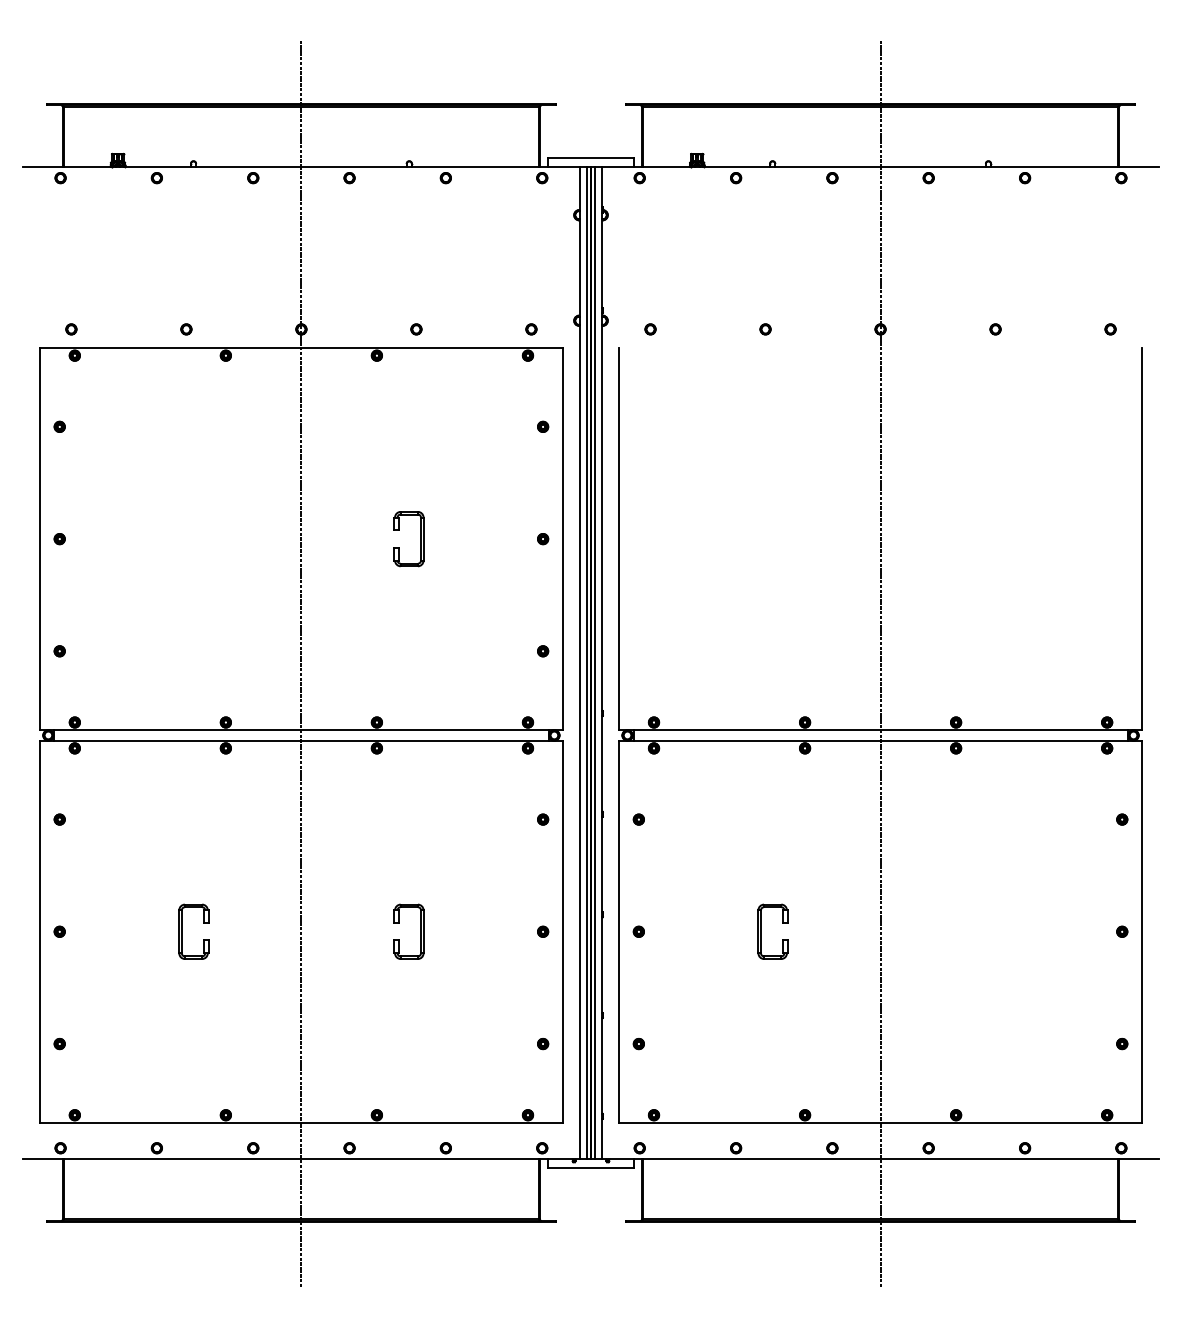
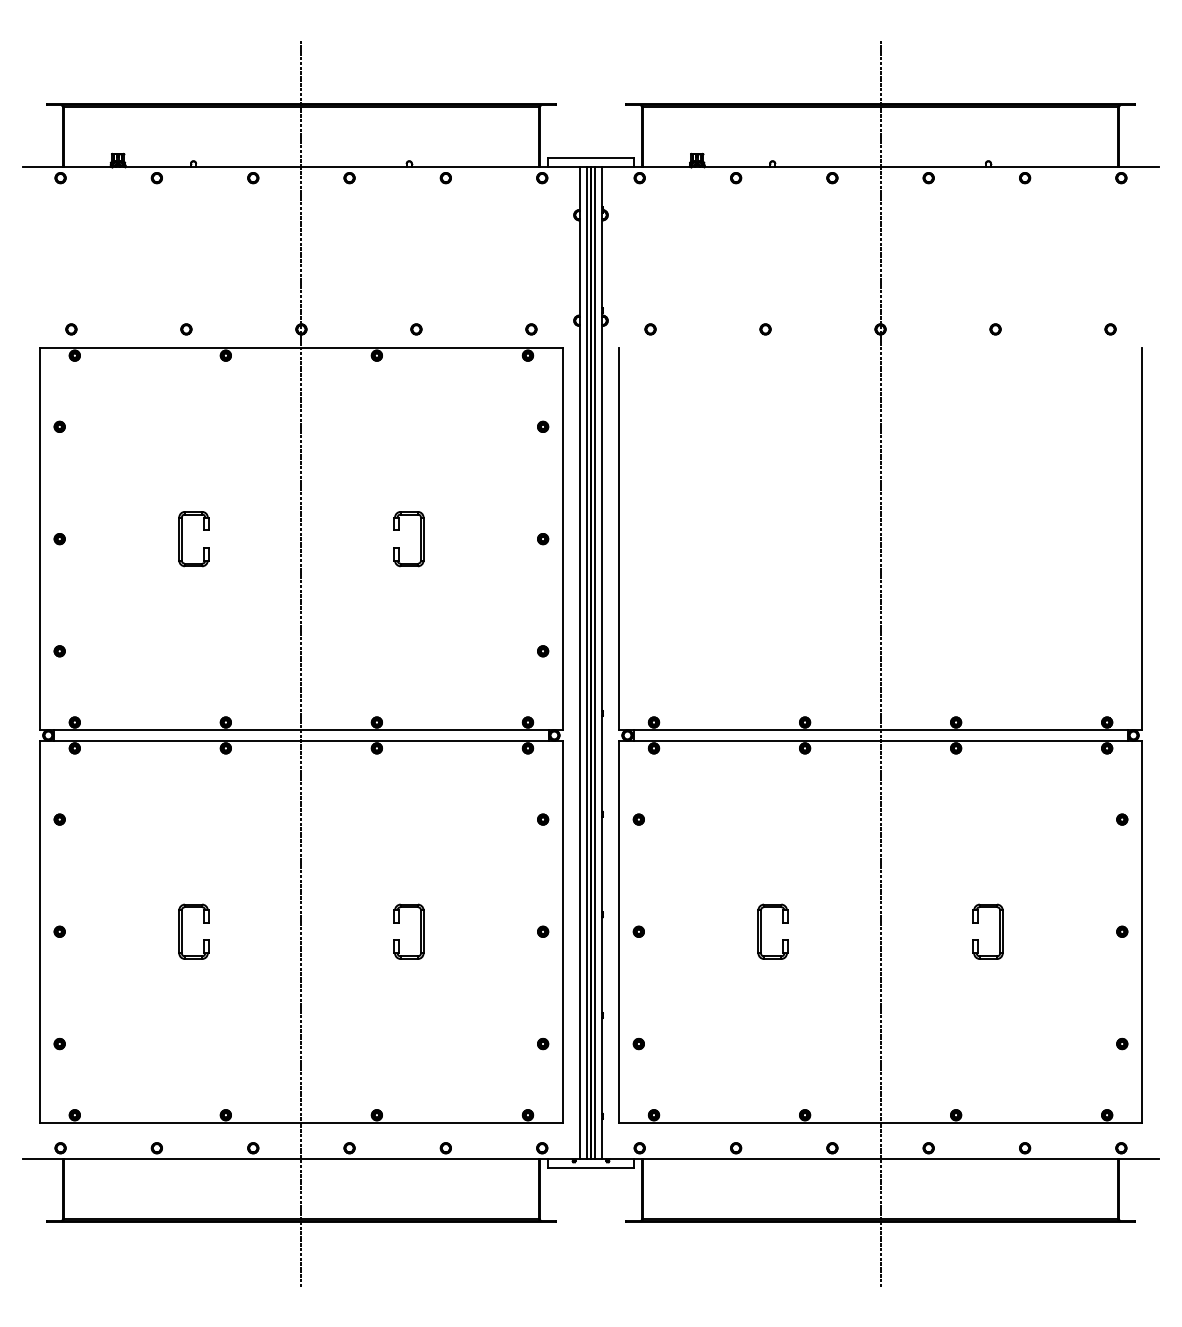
part at (182, 539): none -> present
part at (999, 931): none -> present
